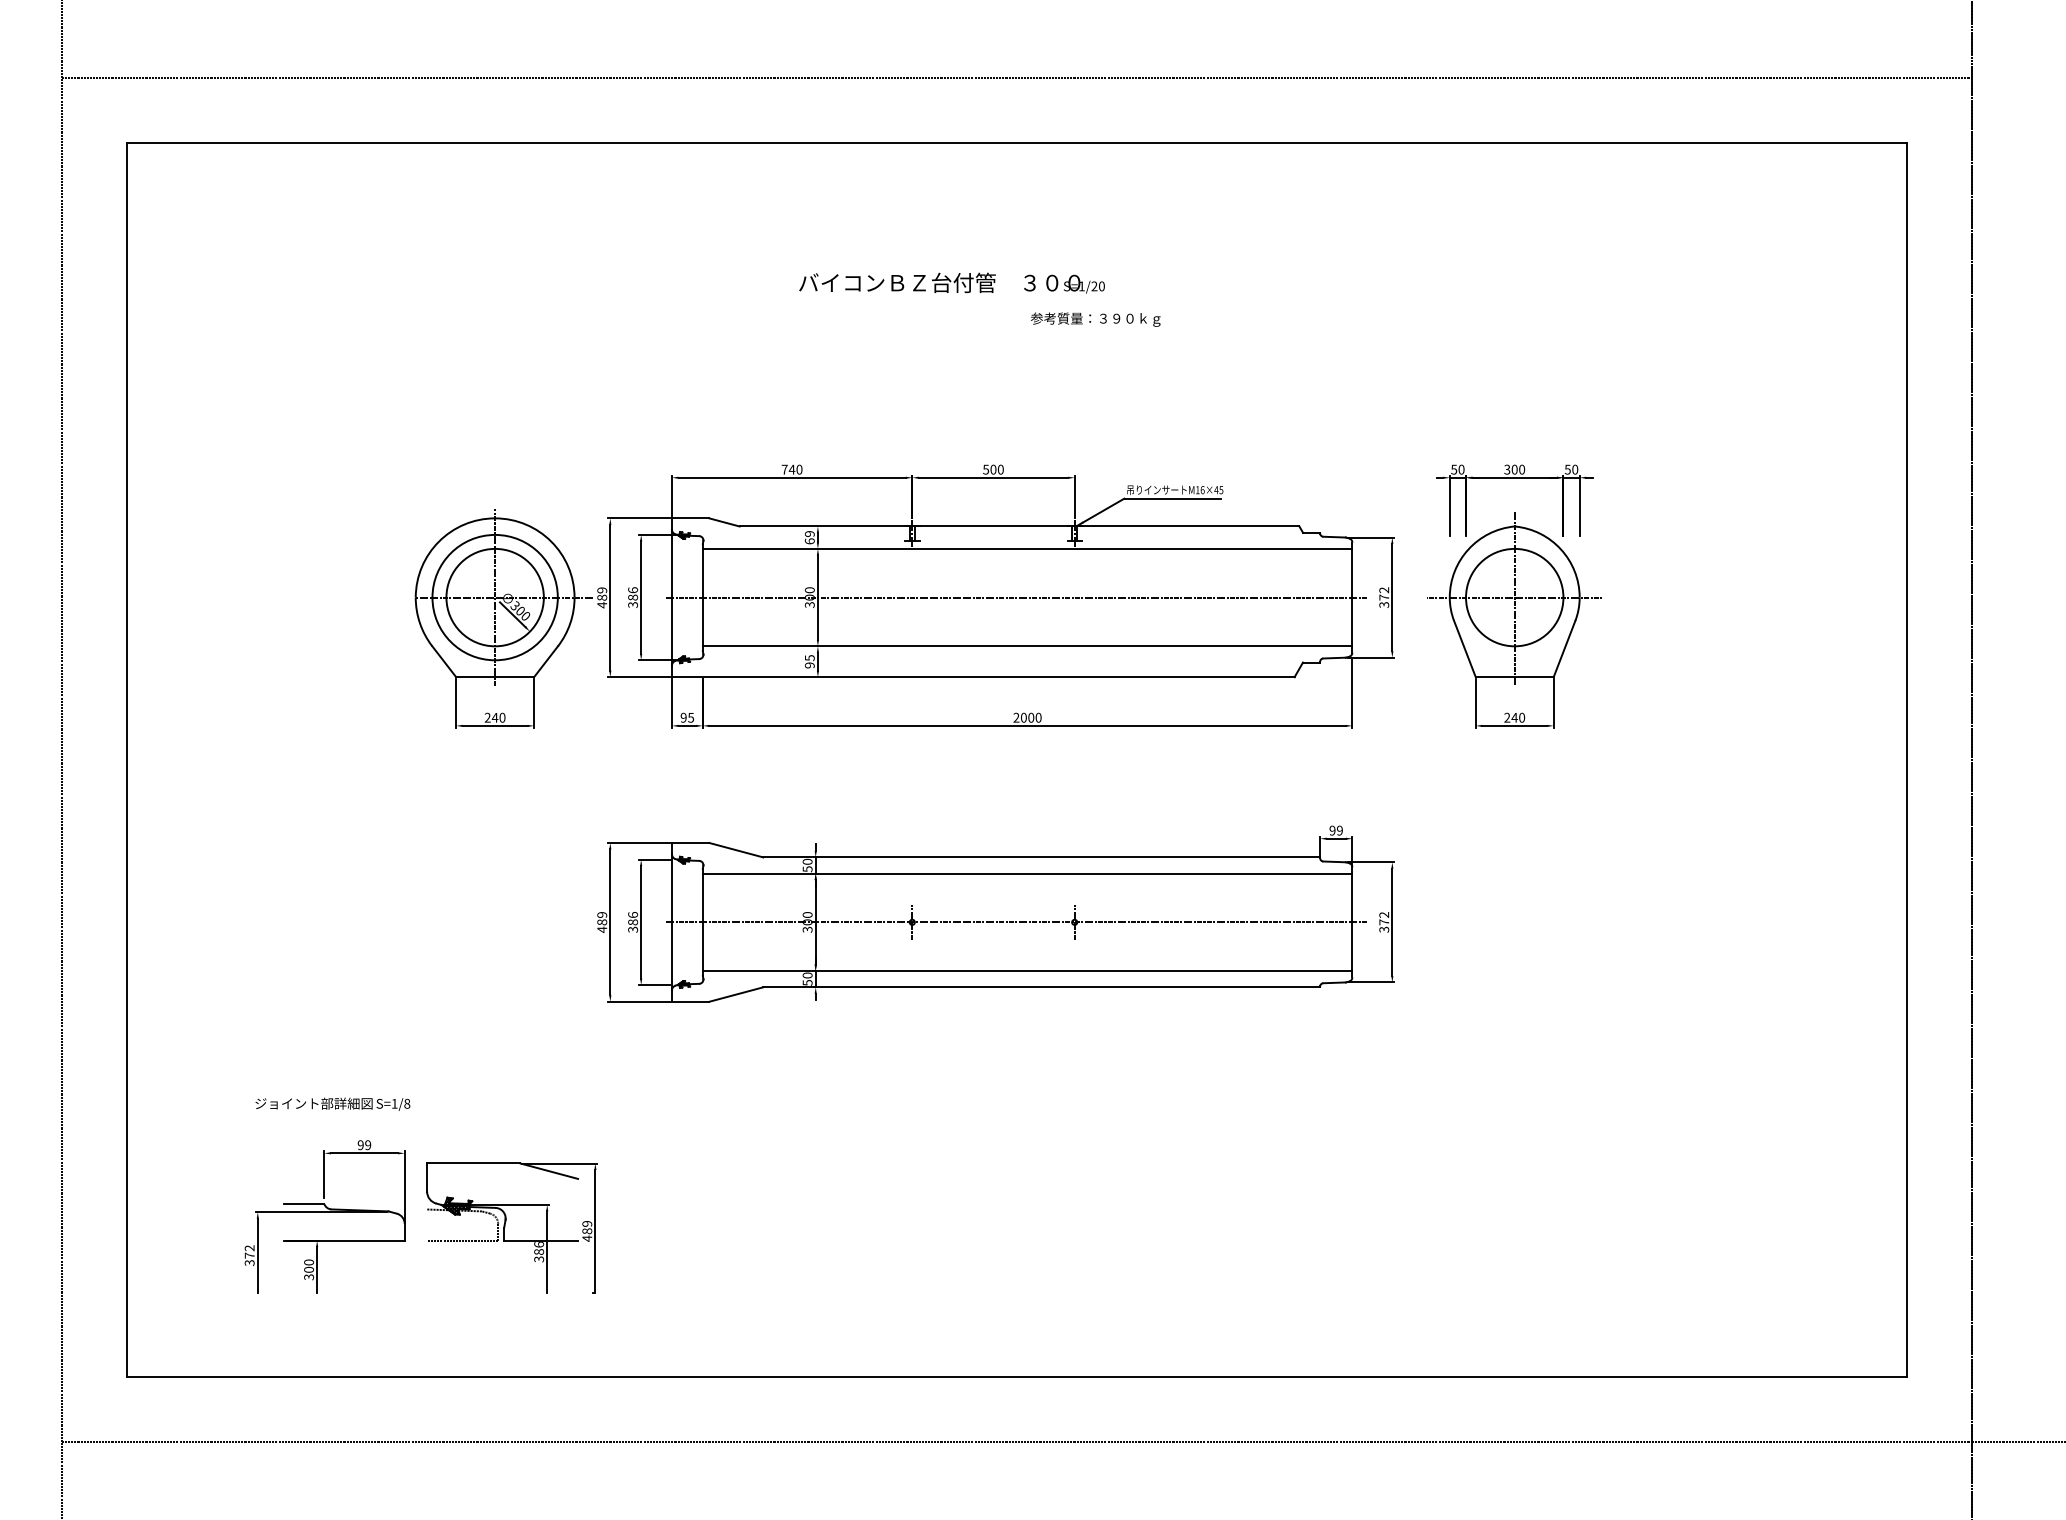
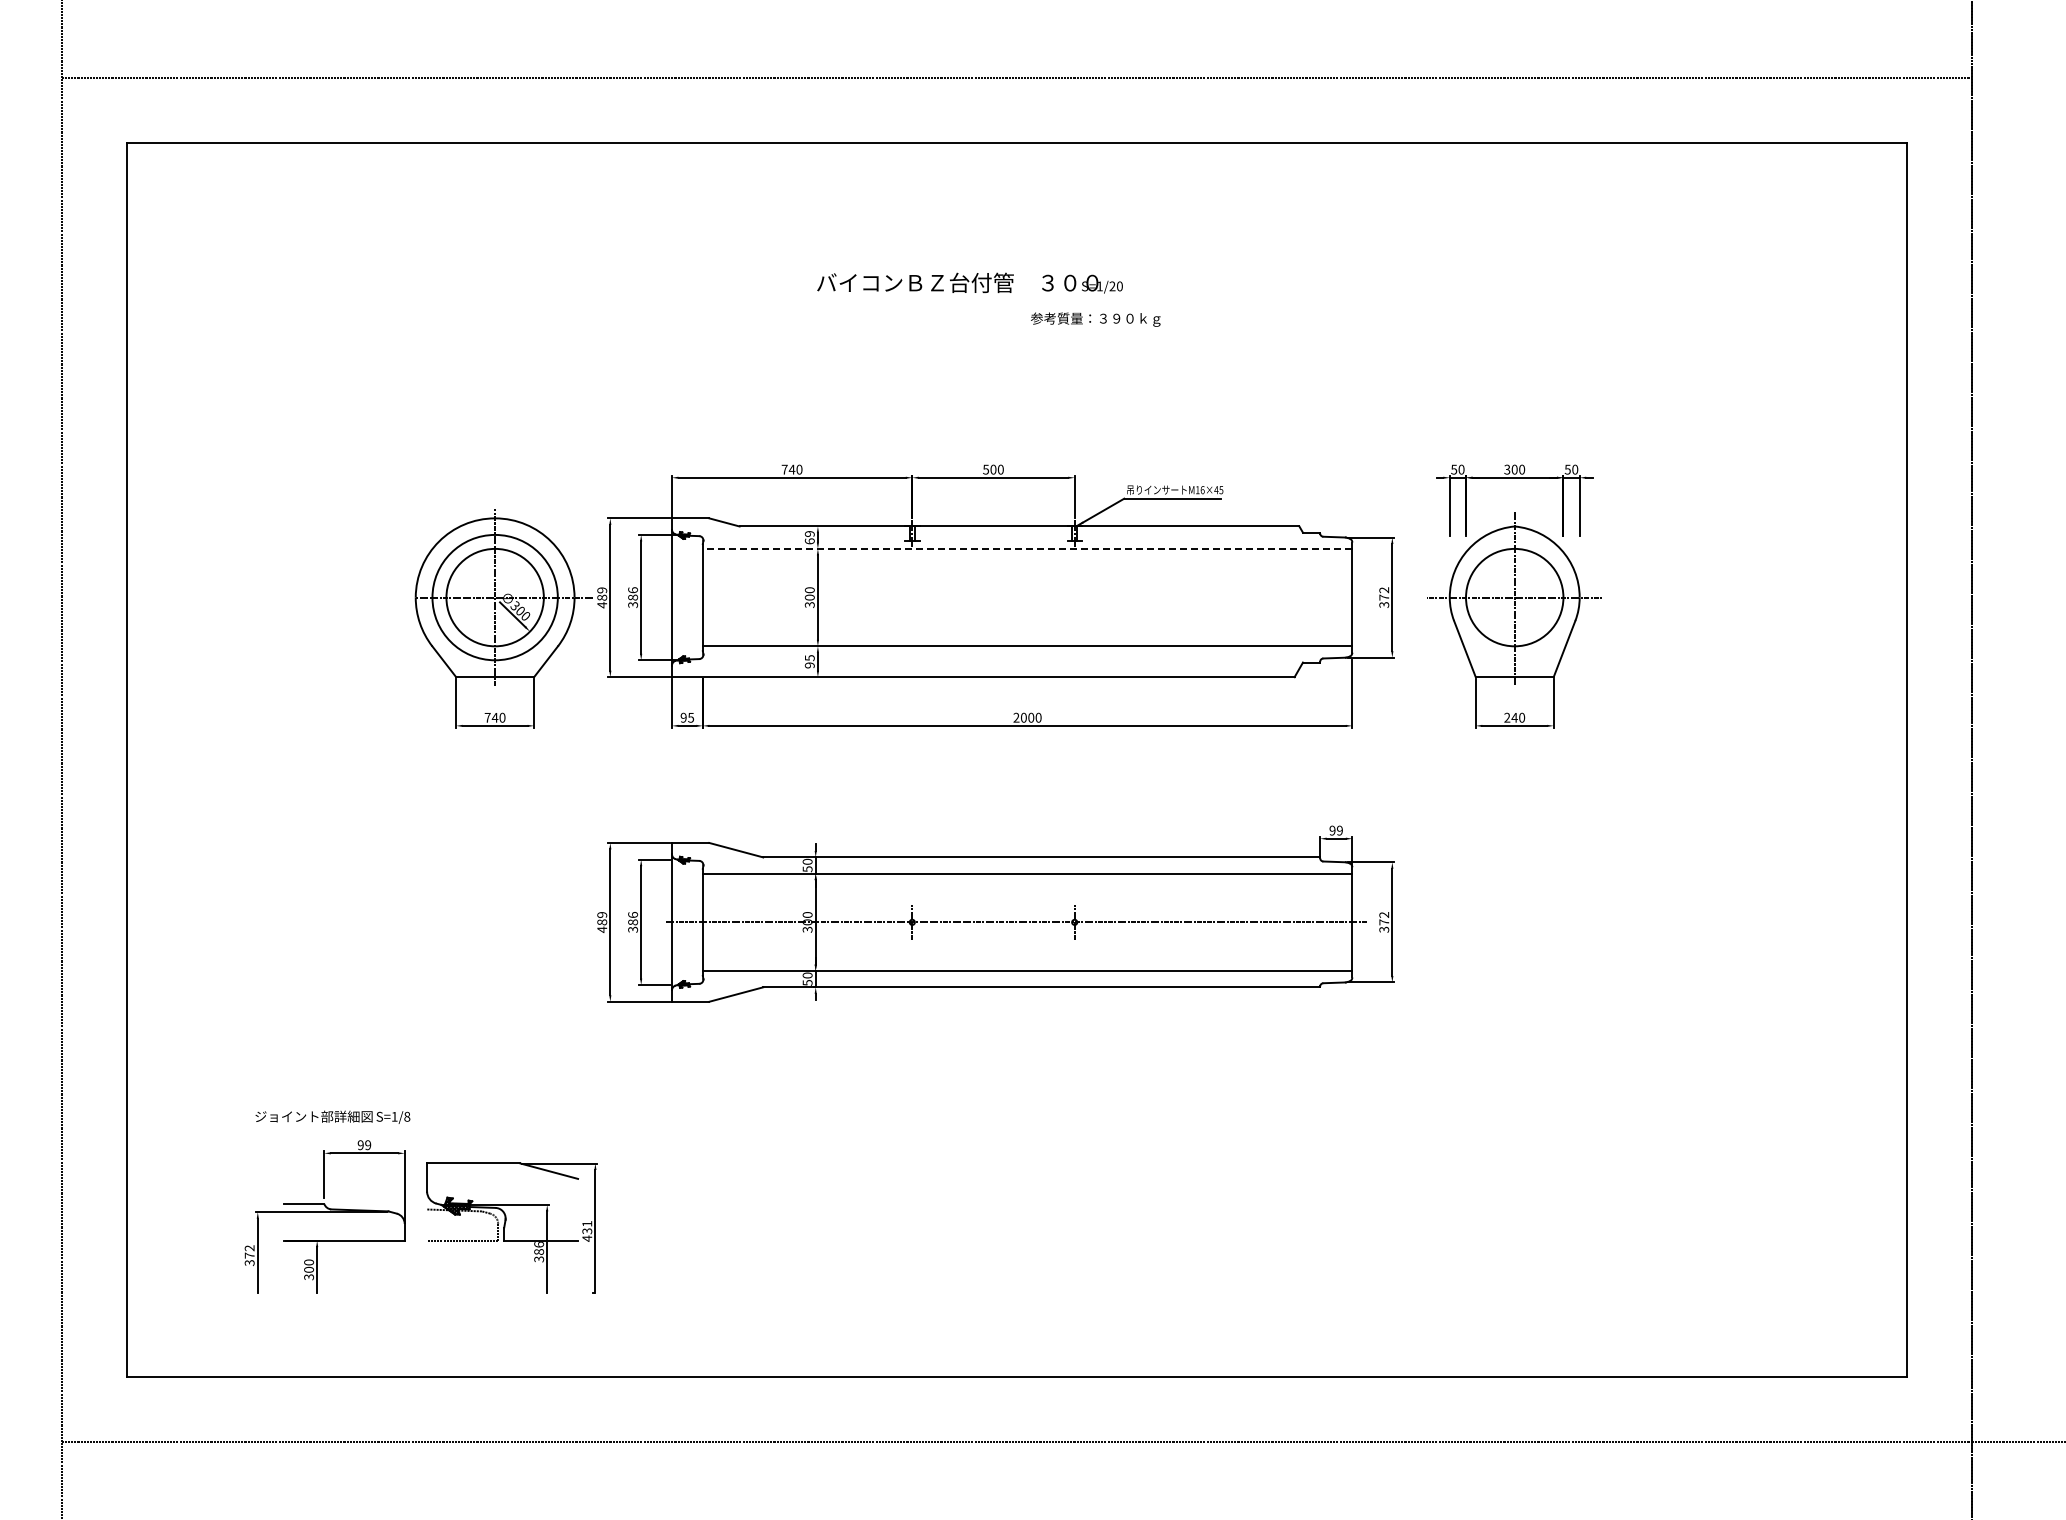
text at (951, 282) position: (951, 282) -> (969, 282)
line at (1027, 548): solid -> dashed
line at (1016, 597): present -> none
text at (487, 717): 240 -> 740
text at (332, 1103) position: (332, 1103) -> (332, 1116)
text at (587, 1227): 489 -> 431
